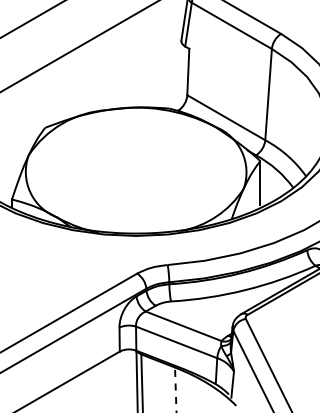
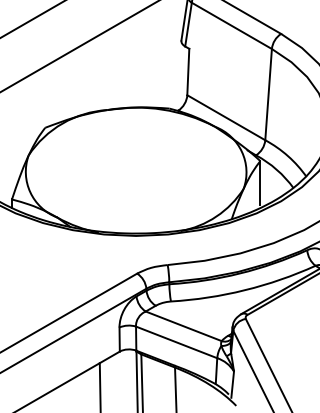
line at (99, 386): none -> present
line at (175, 389): dashed -> solid
